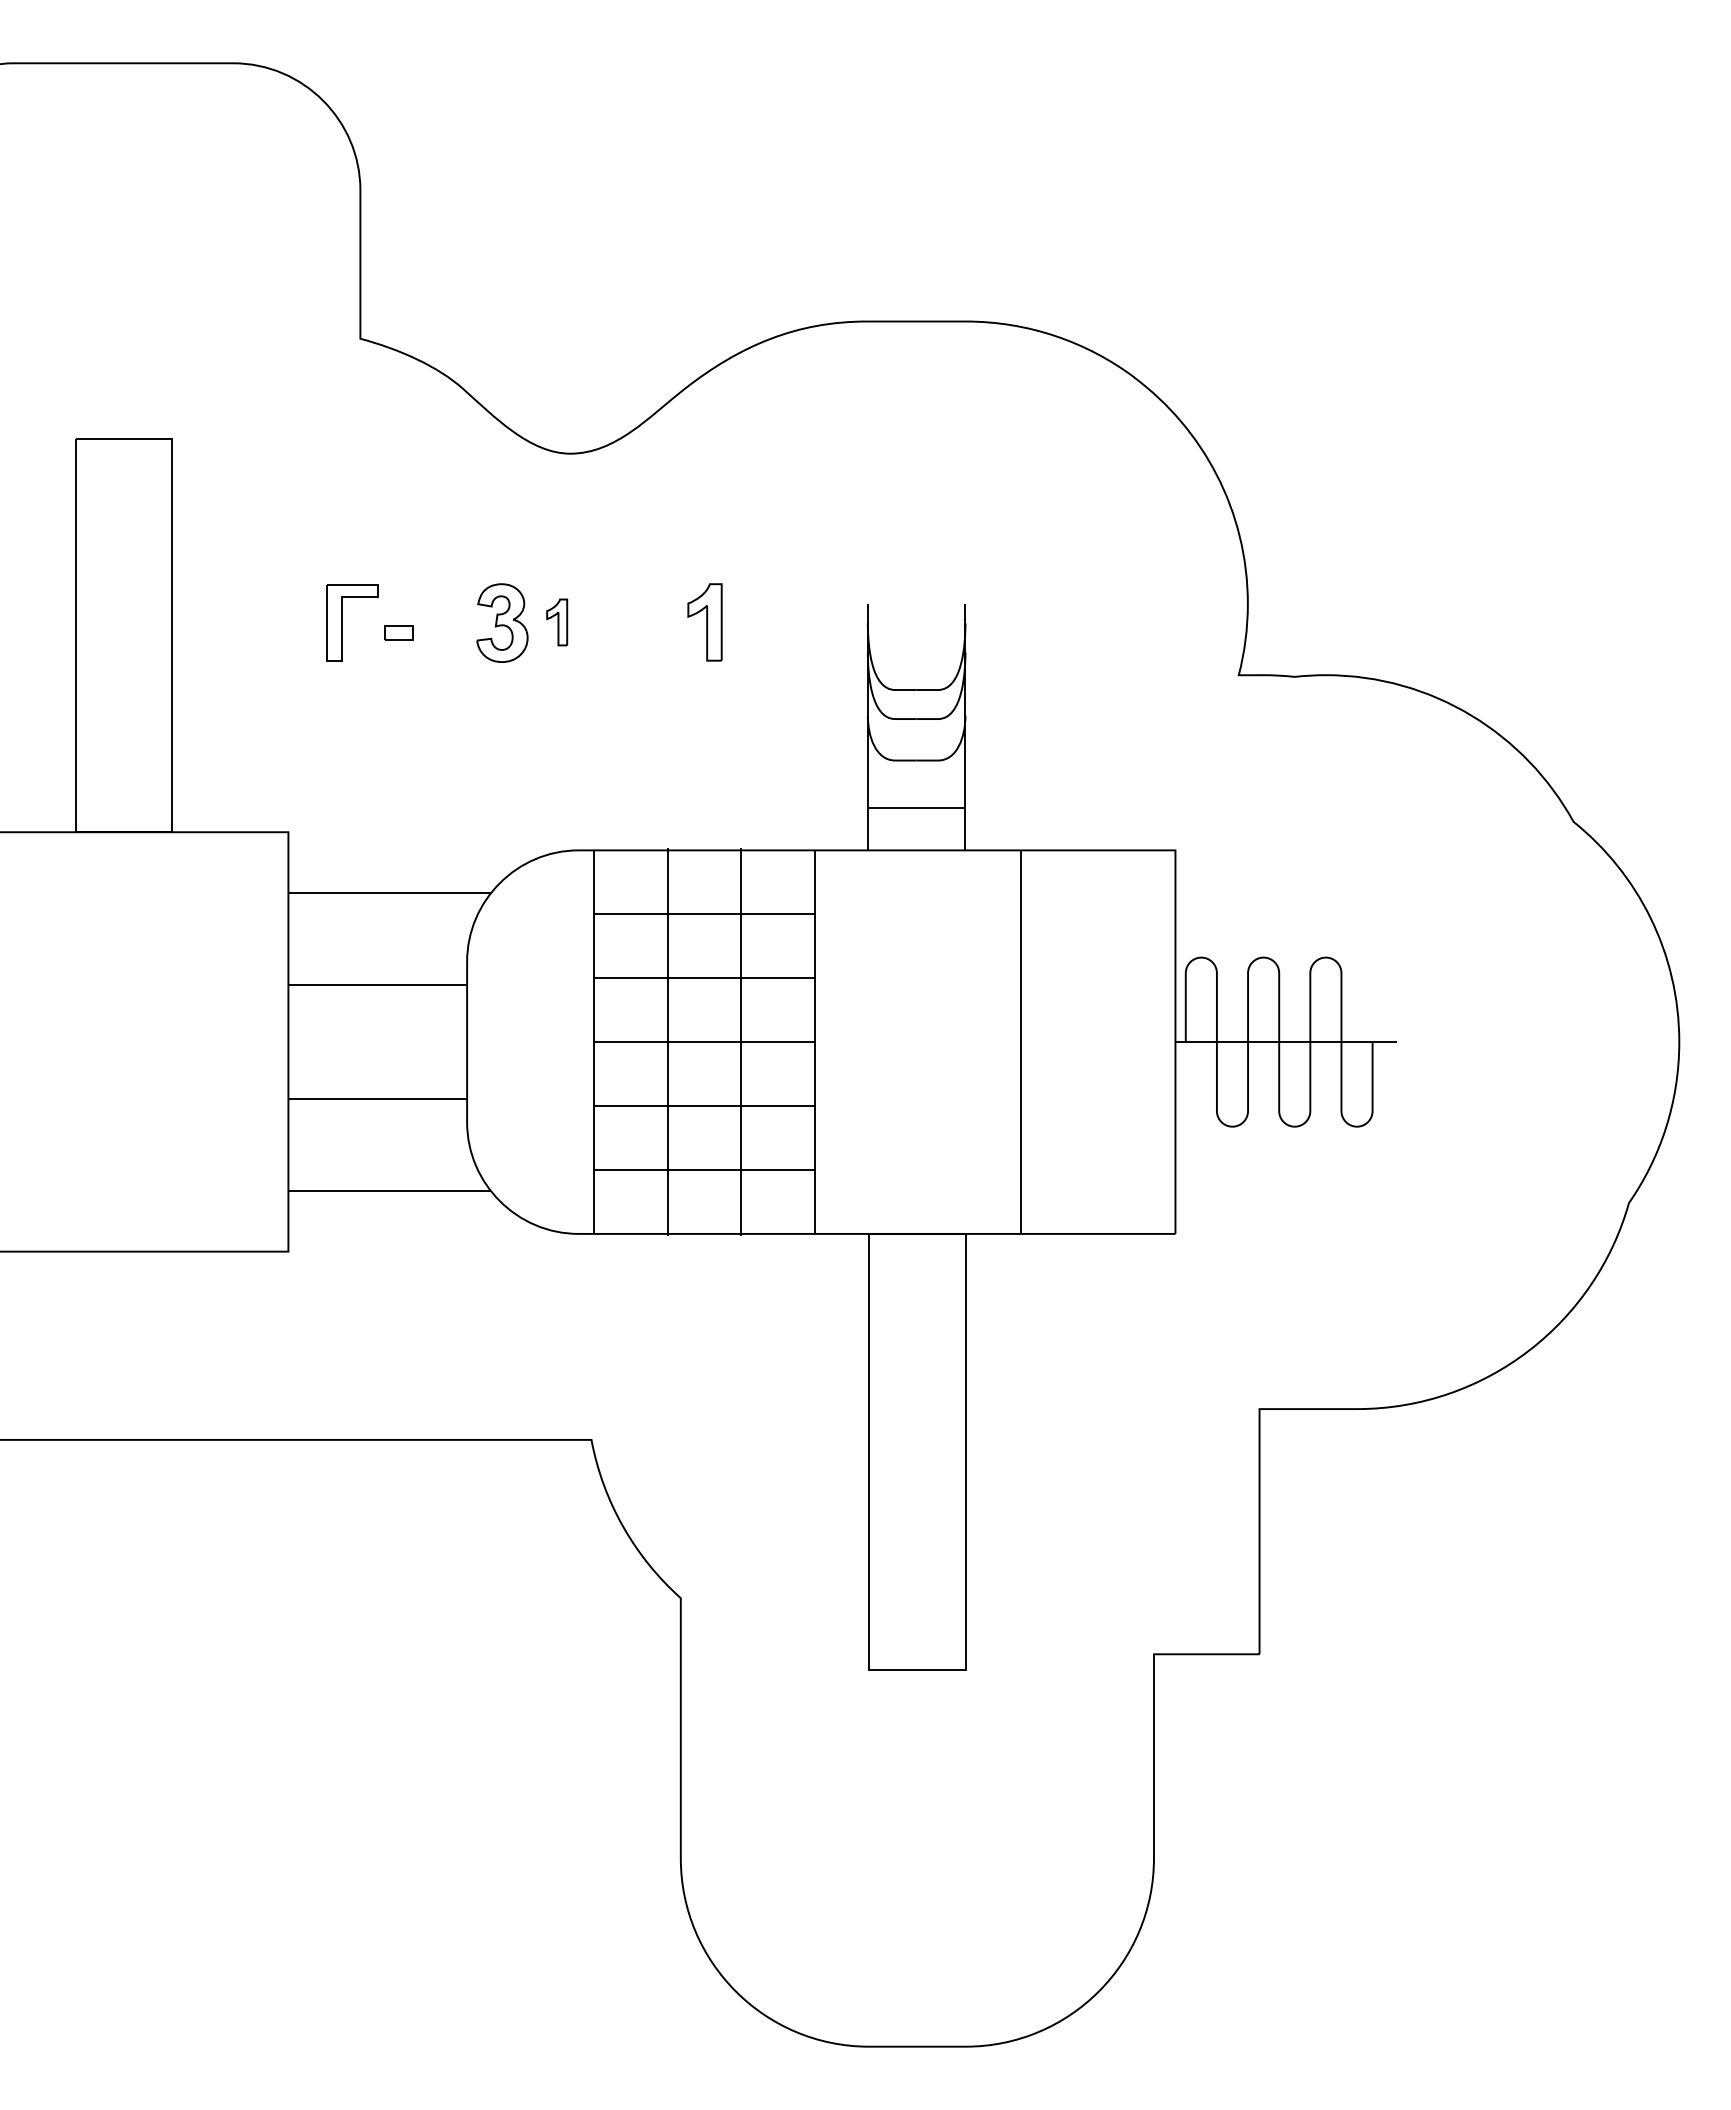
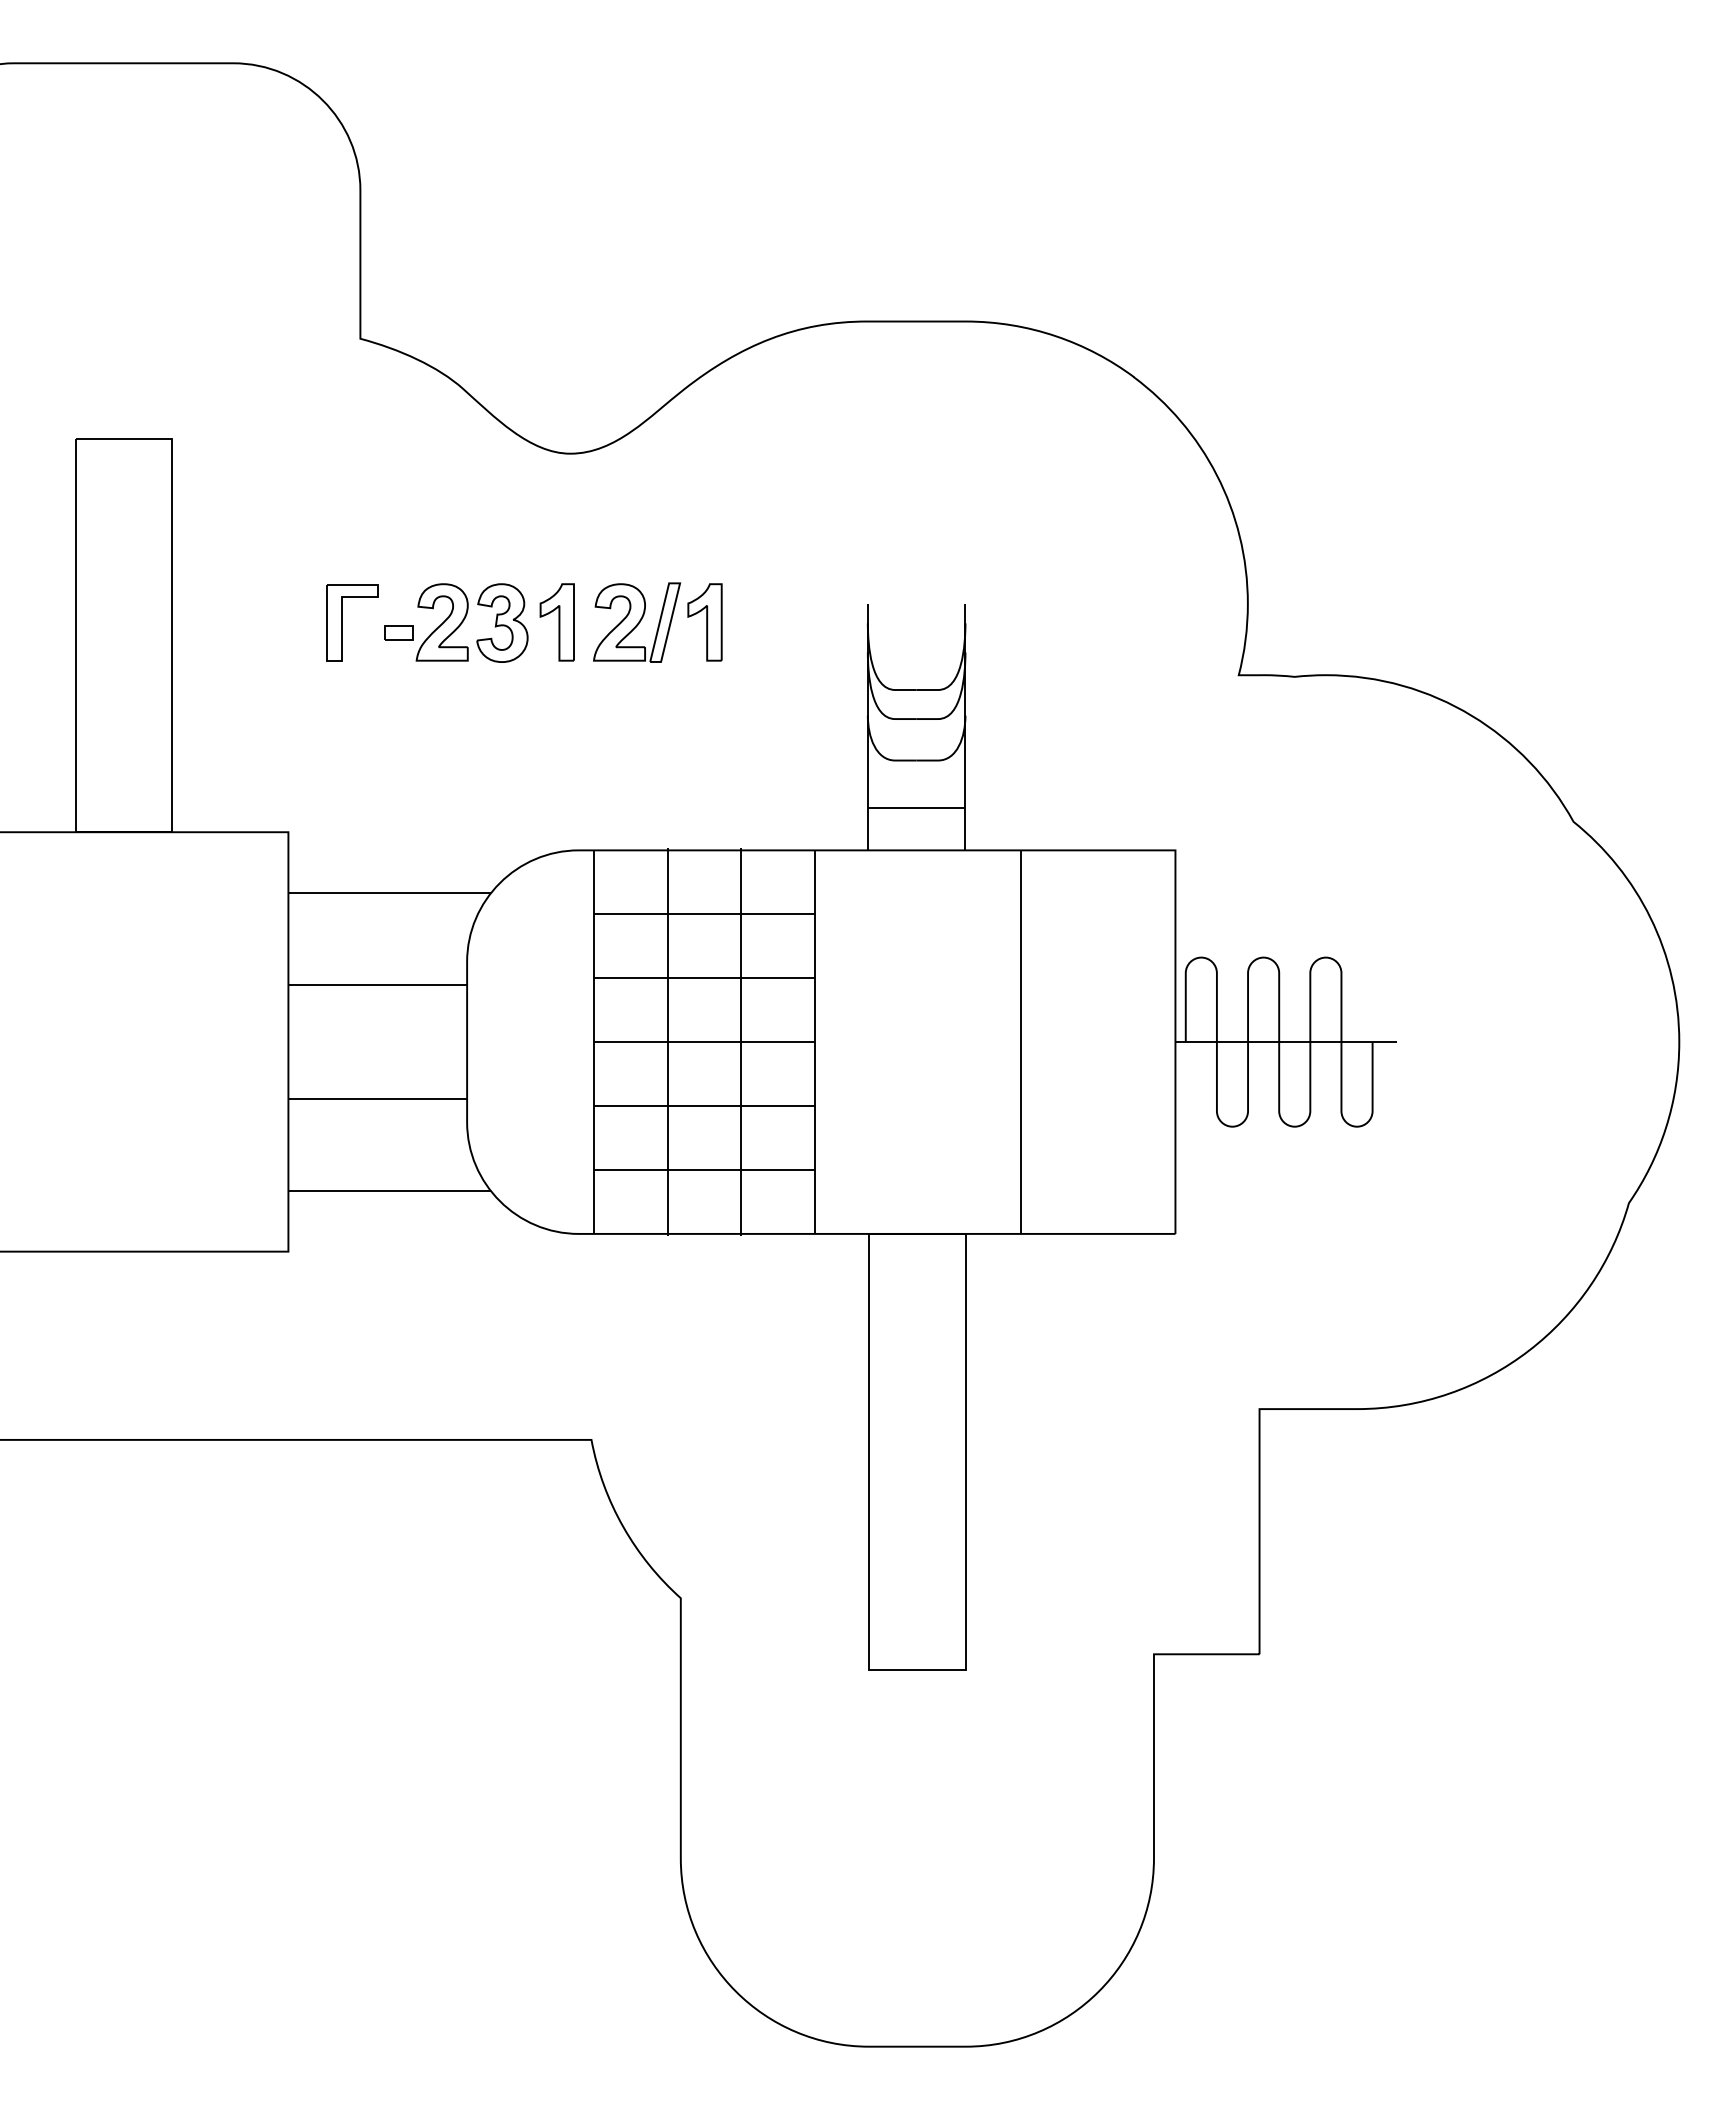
part at (441, 622): none -> present
part at (557, 622) size: 23x49 px -> 36x79 px
part at (637, 622): none -> present
